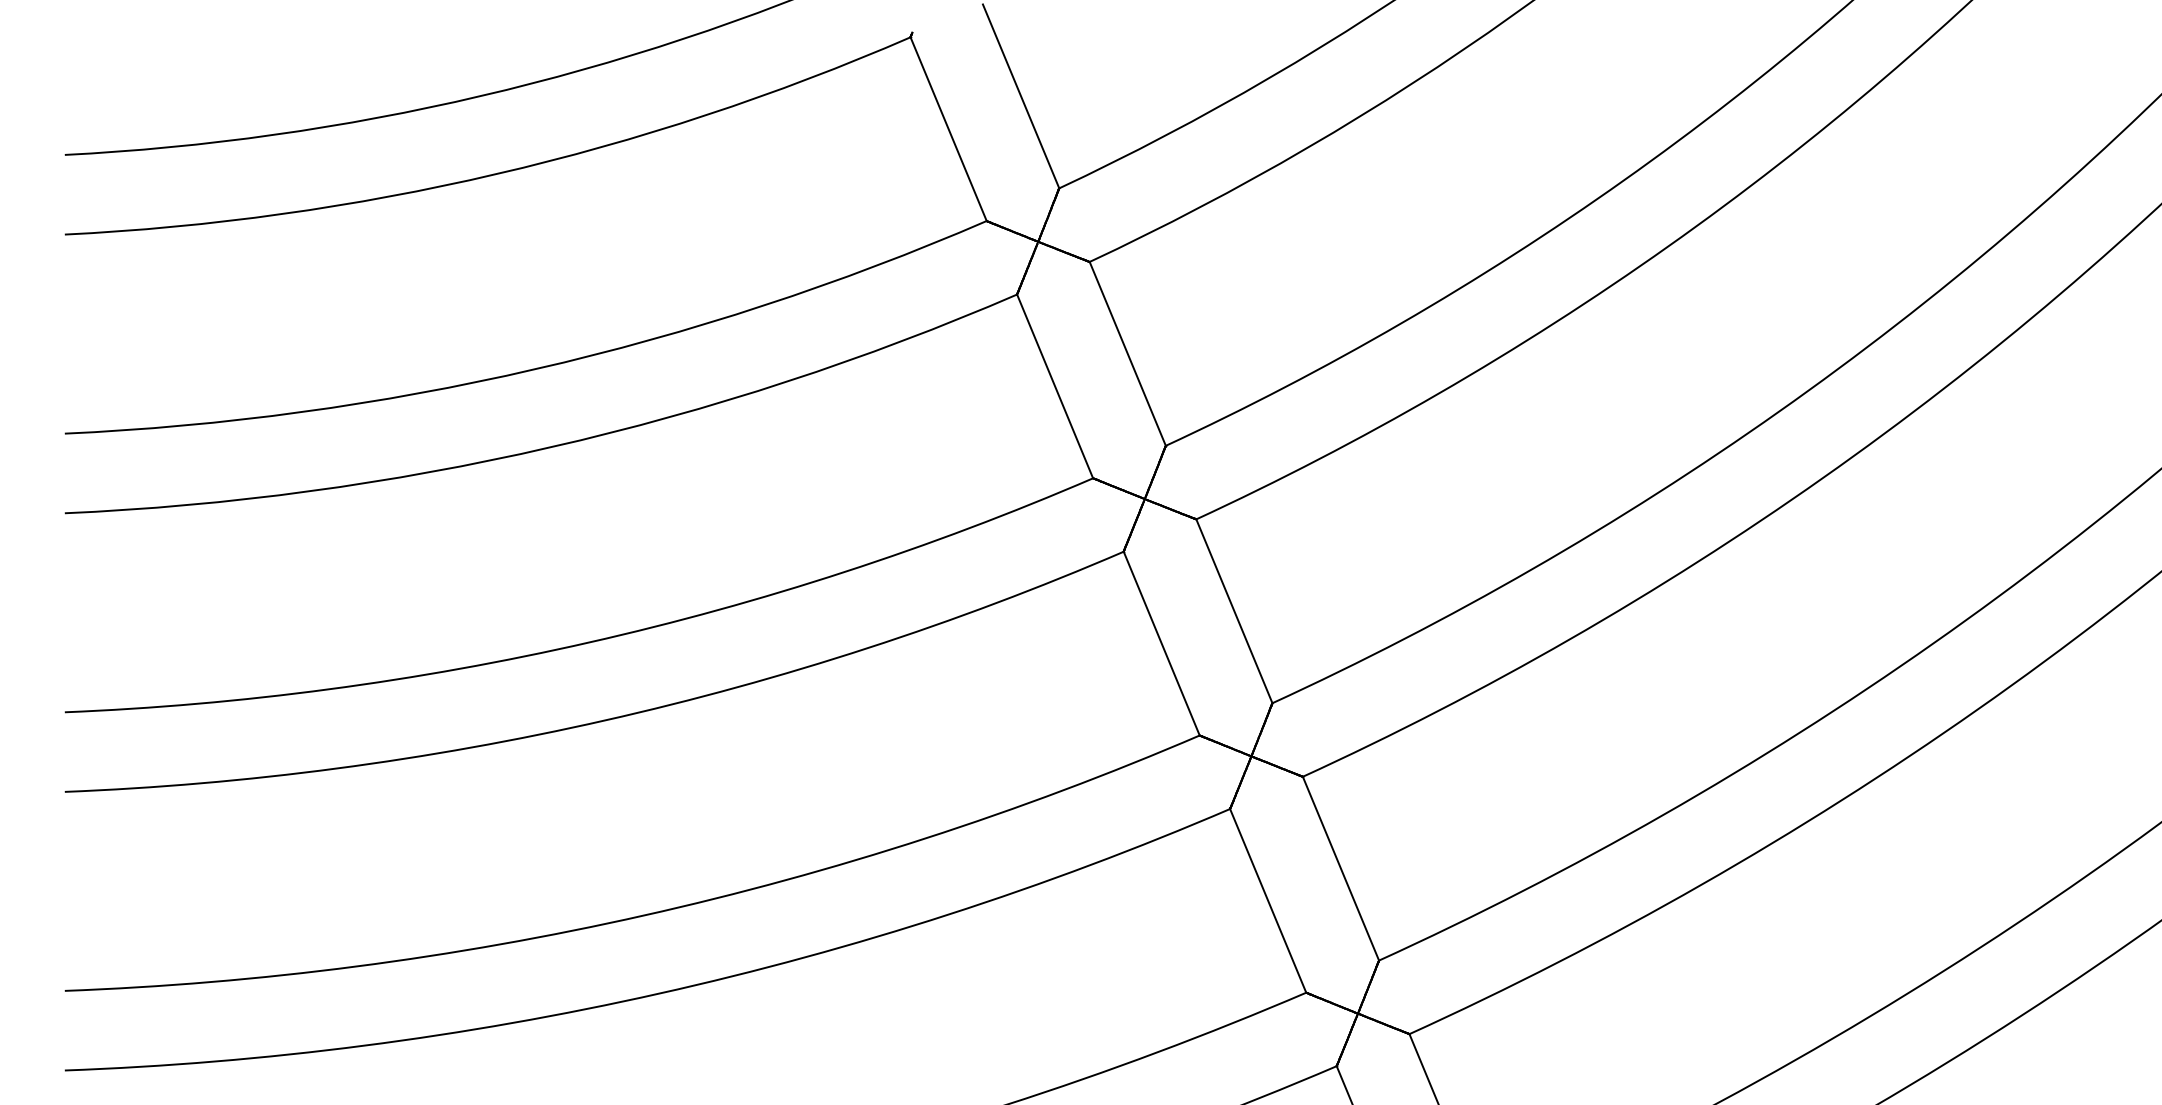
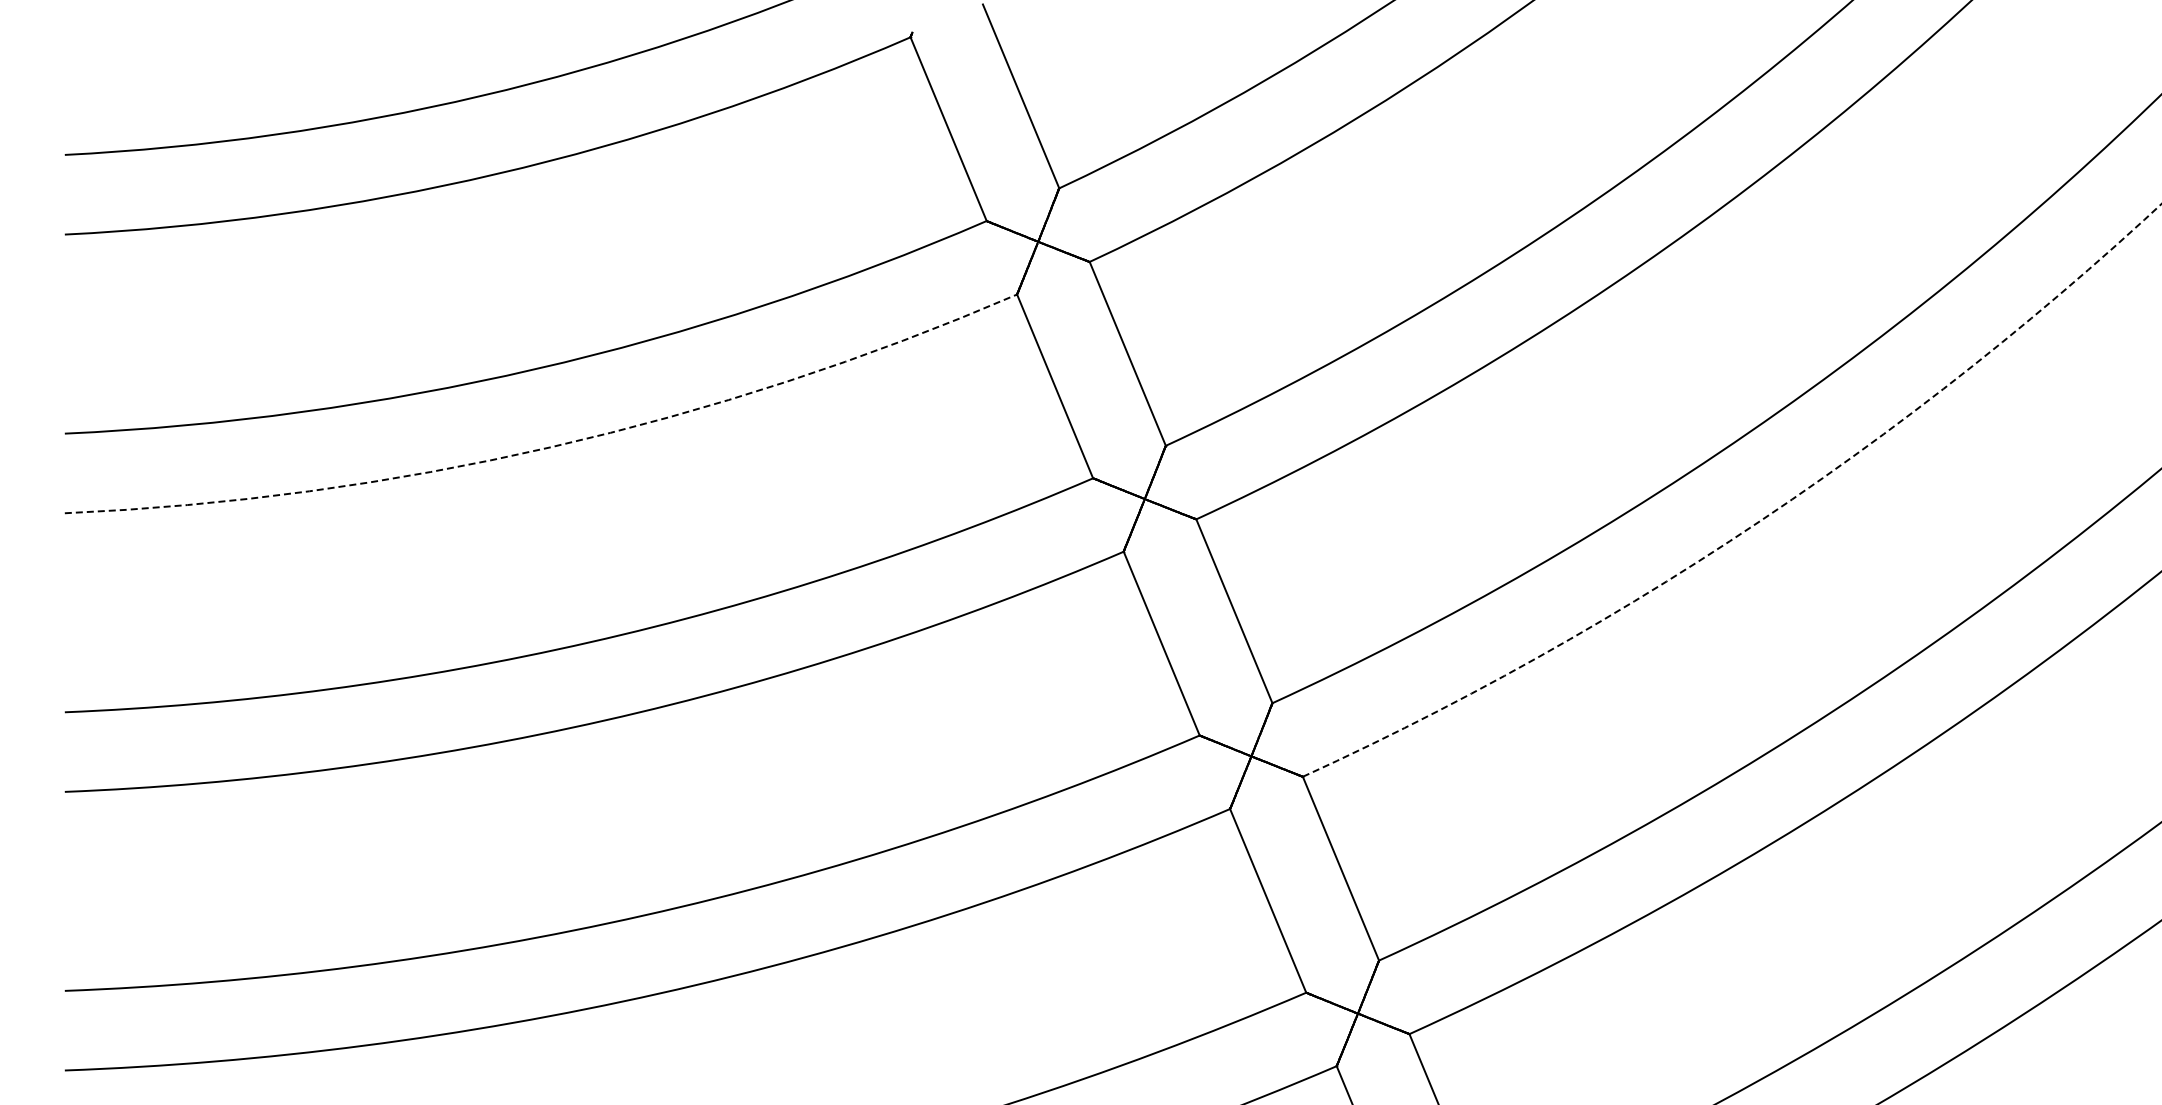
arc at (550, 447): solid -> dashed
arc at (1756, 523): solid -> dashed
